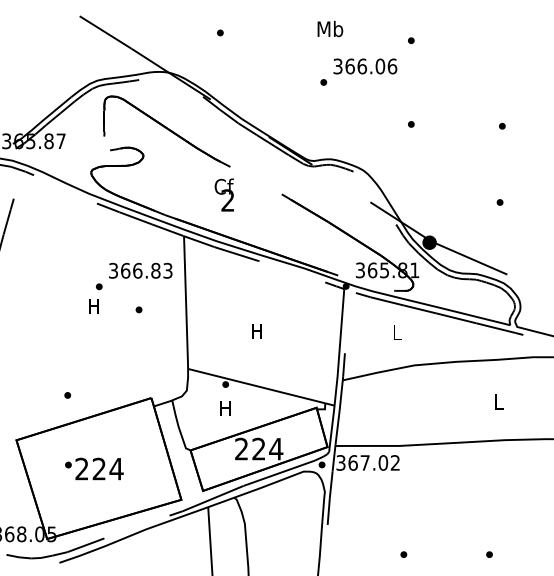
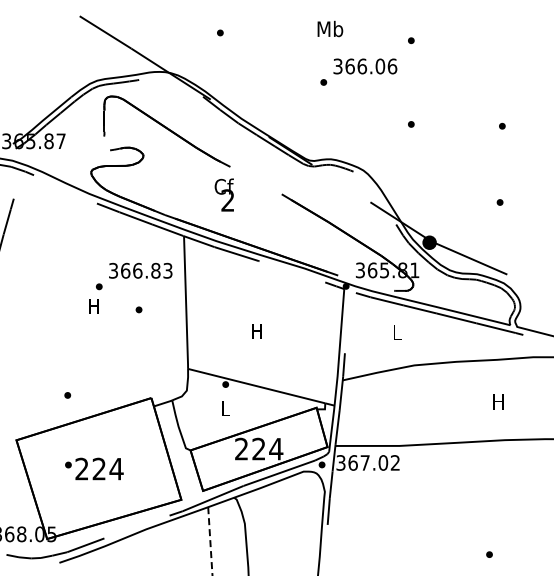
text at (498, 401): L -> H
text at (225, 408): H -> L
line at (210, 541): solid -> dashed
part at (403, 554): present -> none
